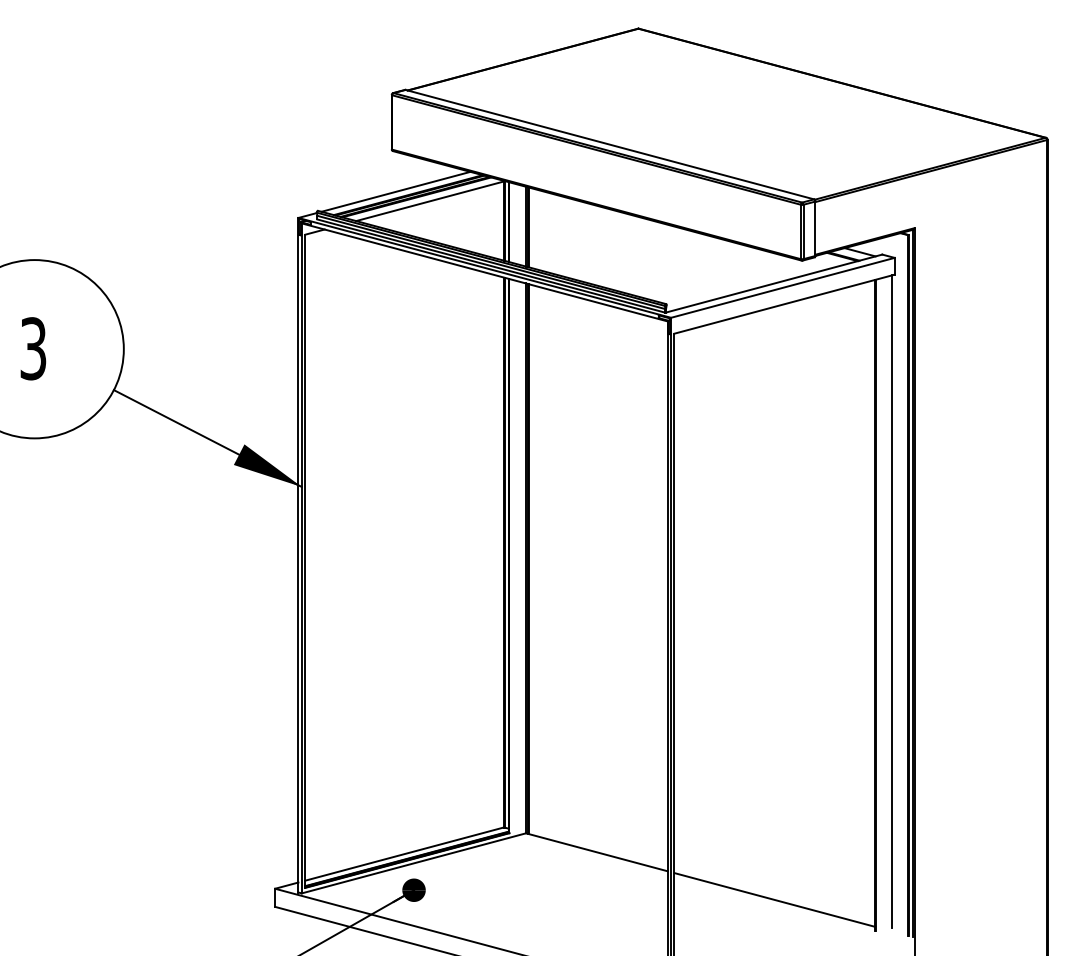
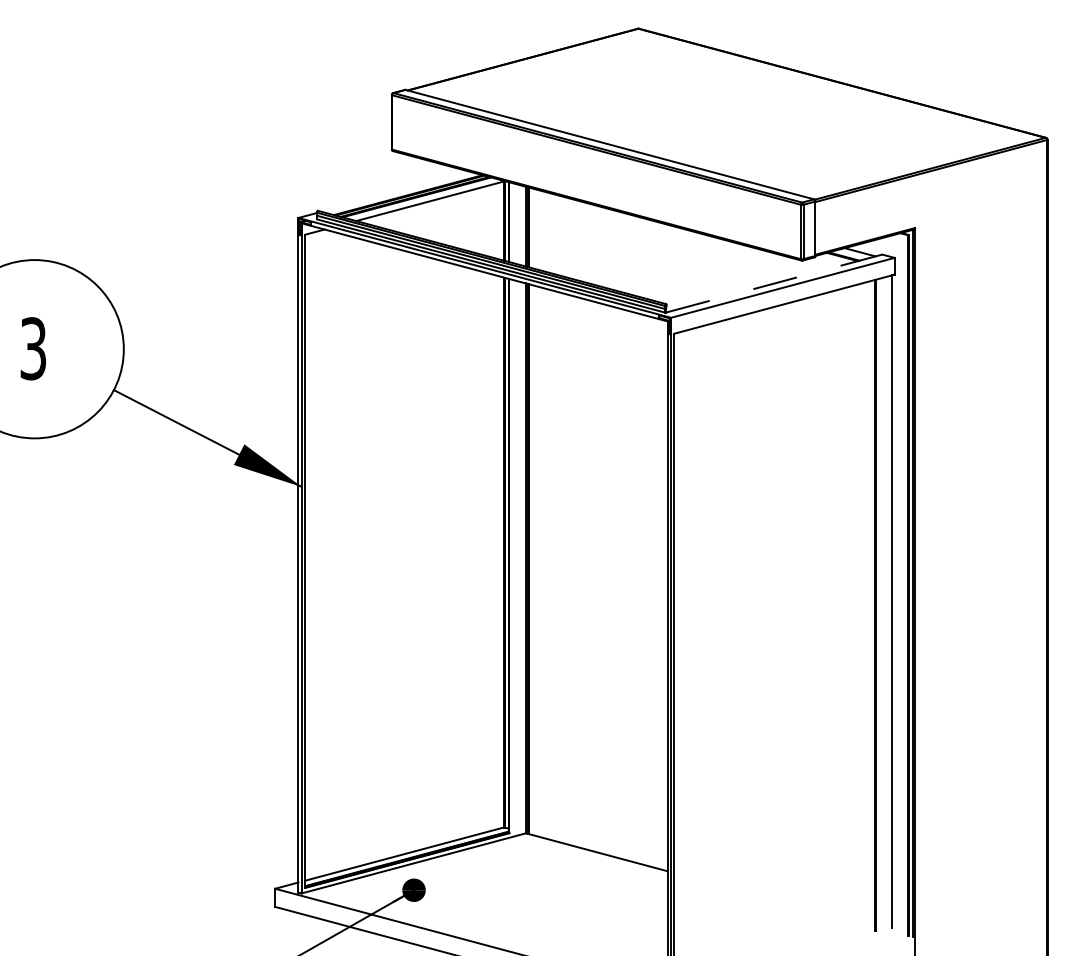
line at (395, 191): present -> none
line at (774, 283): solid -> dashed
line at (774, 899): present -> none
